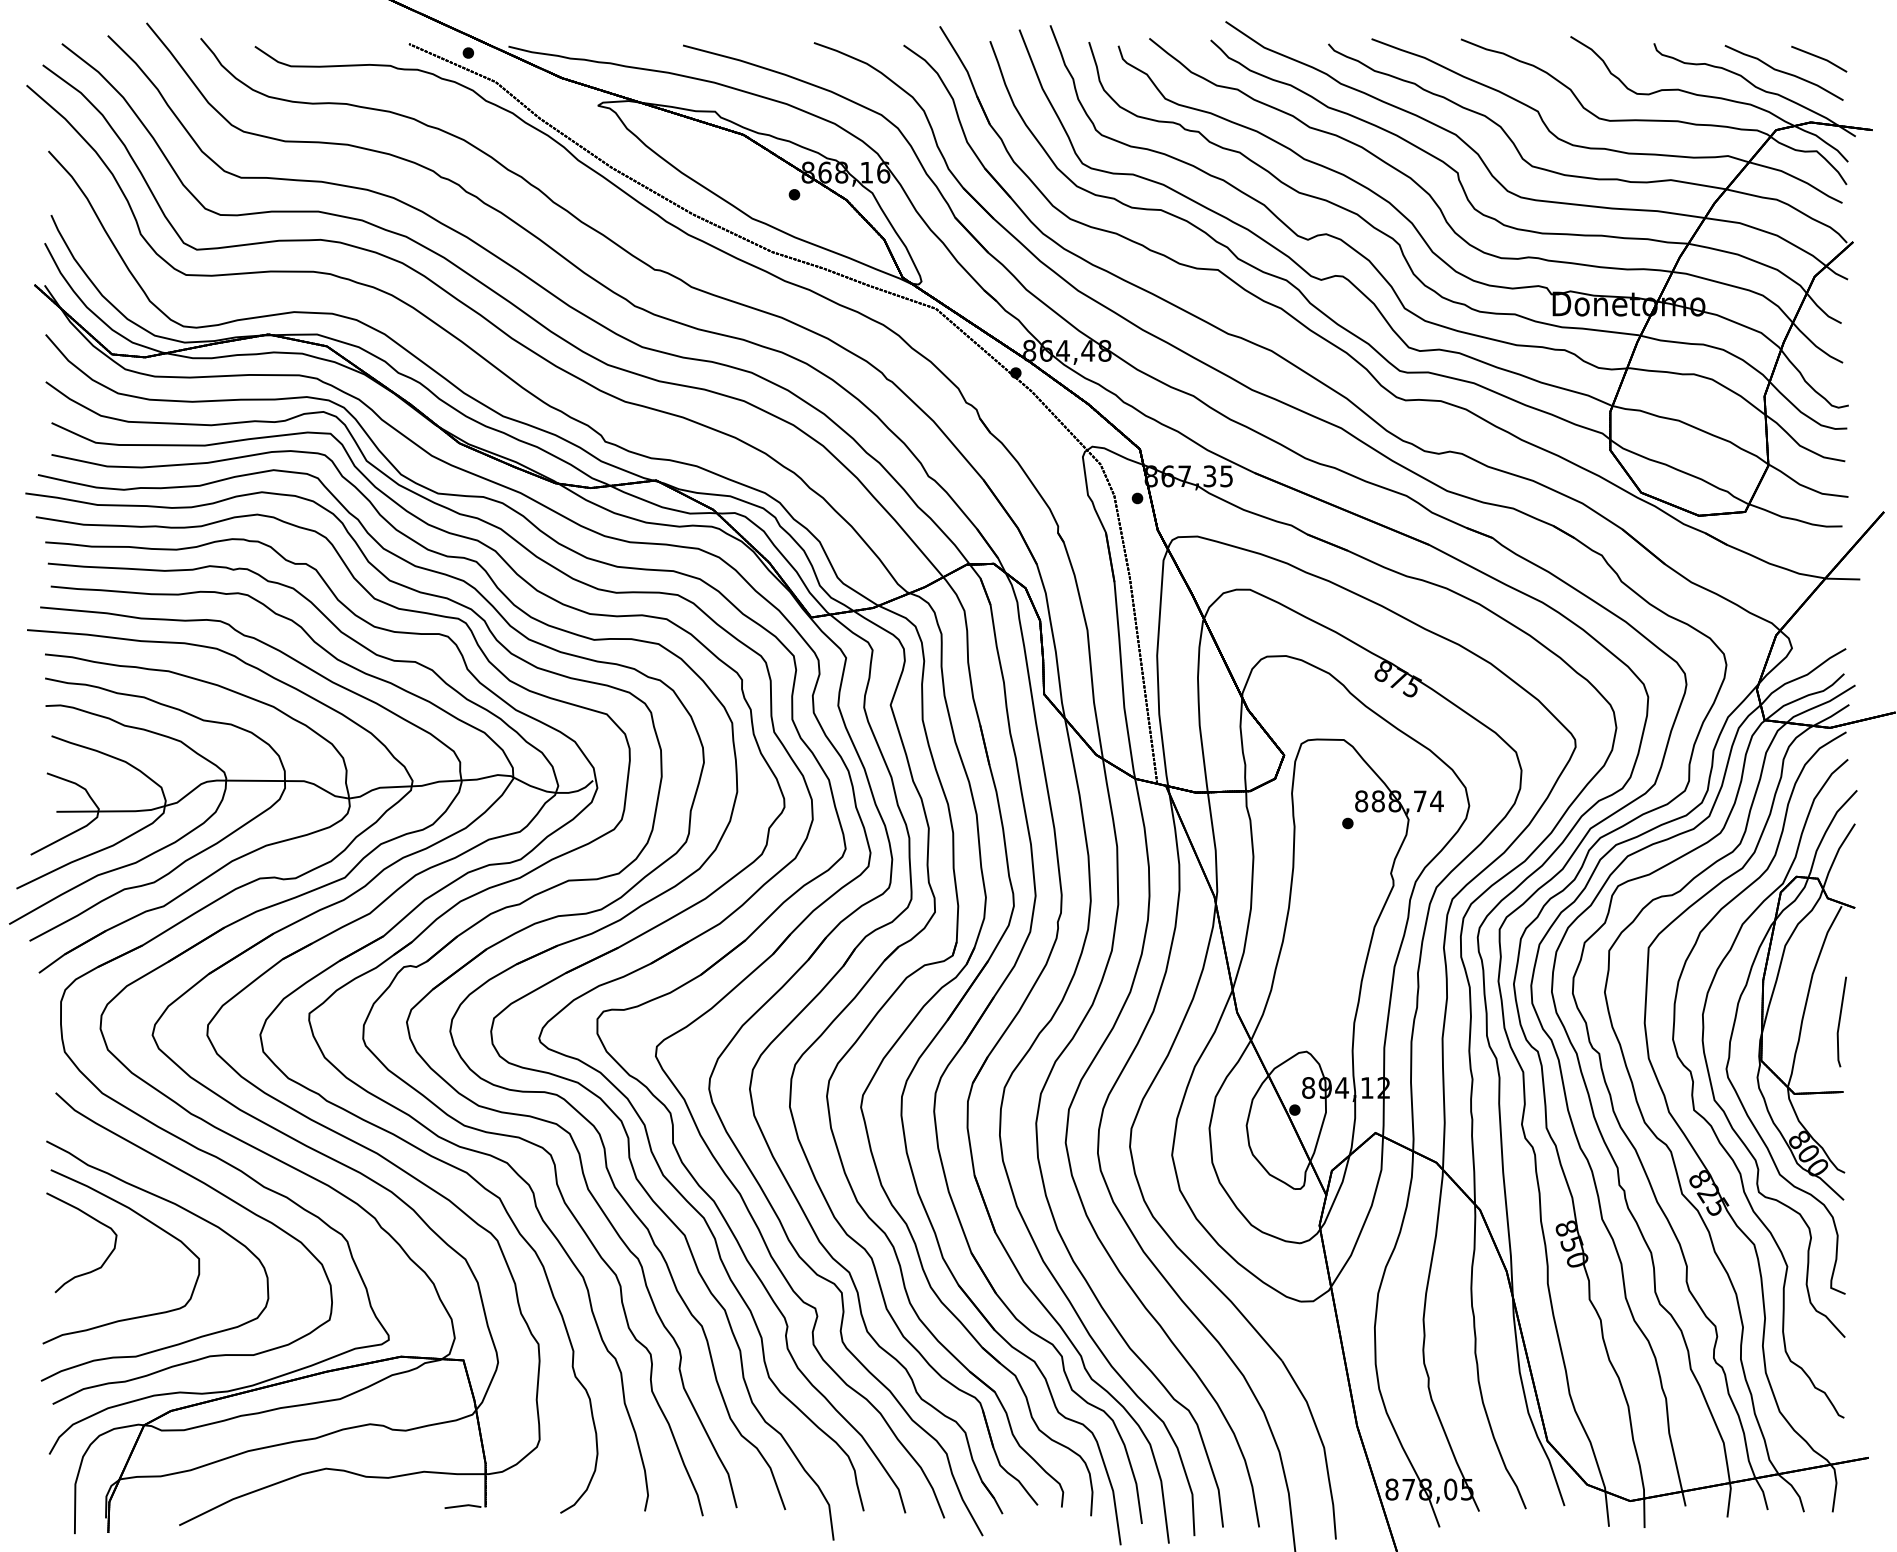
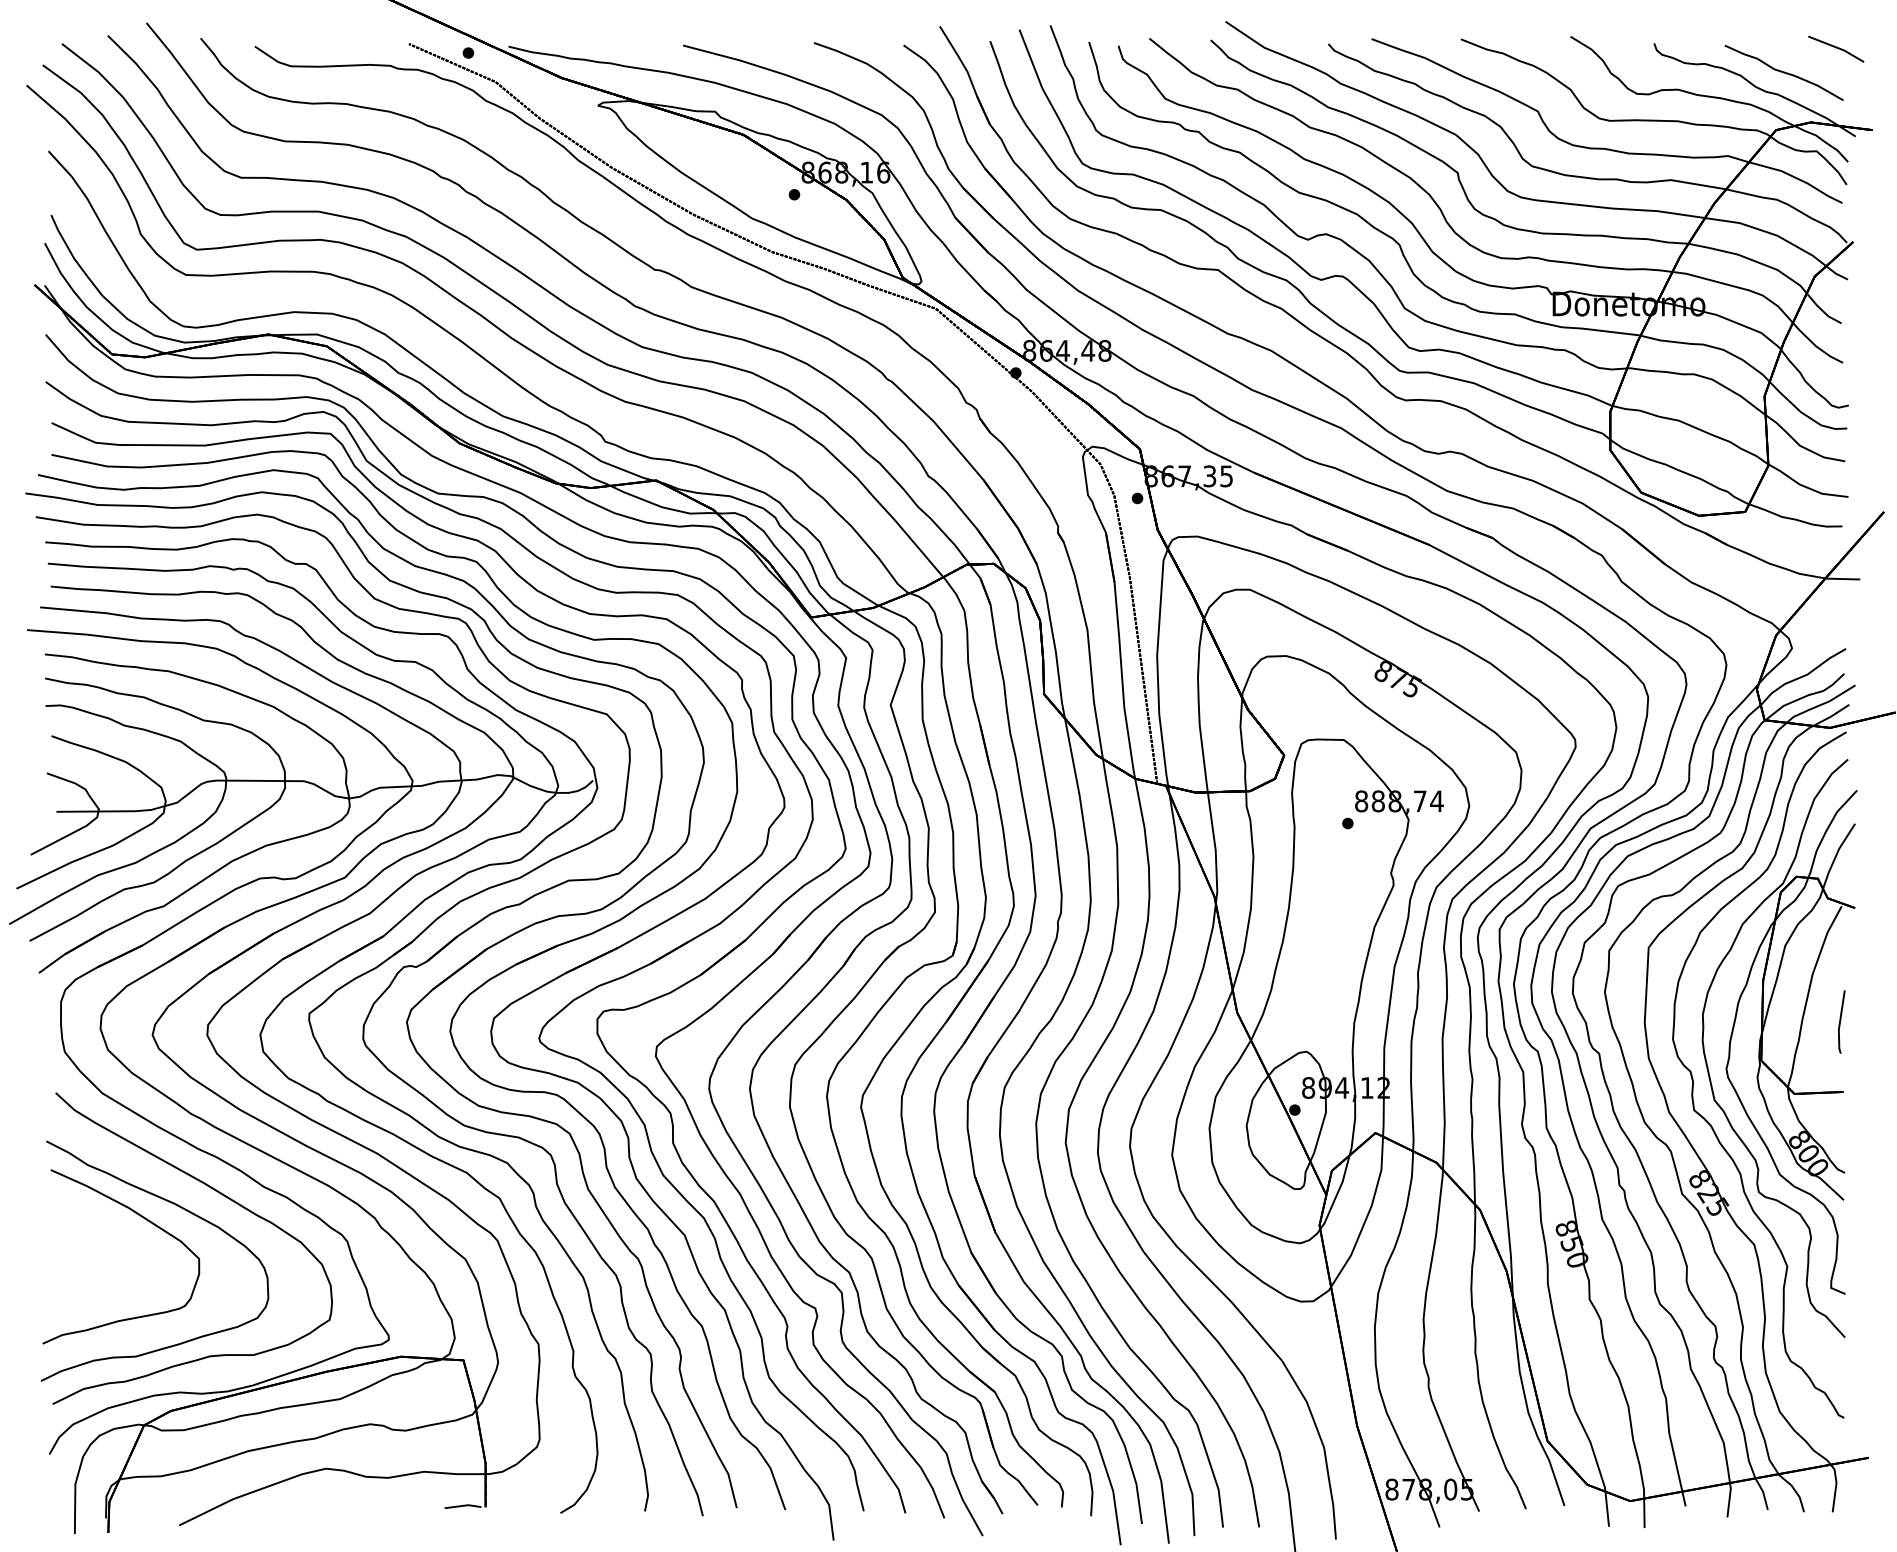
part at (1819, 58) position: (1819, 58) -> (1836, 48)
part at (1841, 1021) size: 11x92 px -> 8x64 px
part at (94, 1220): present -> none
